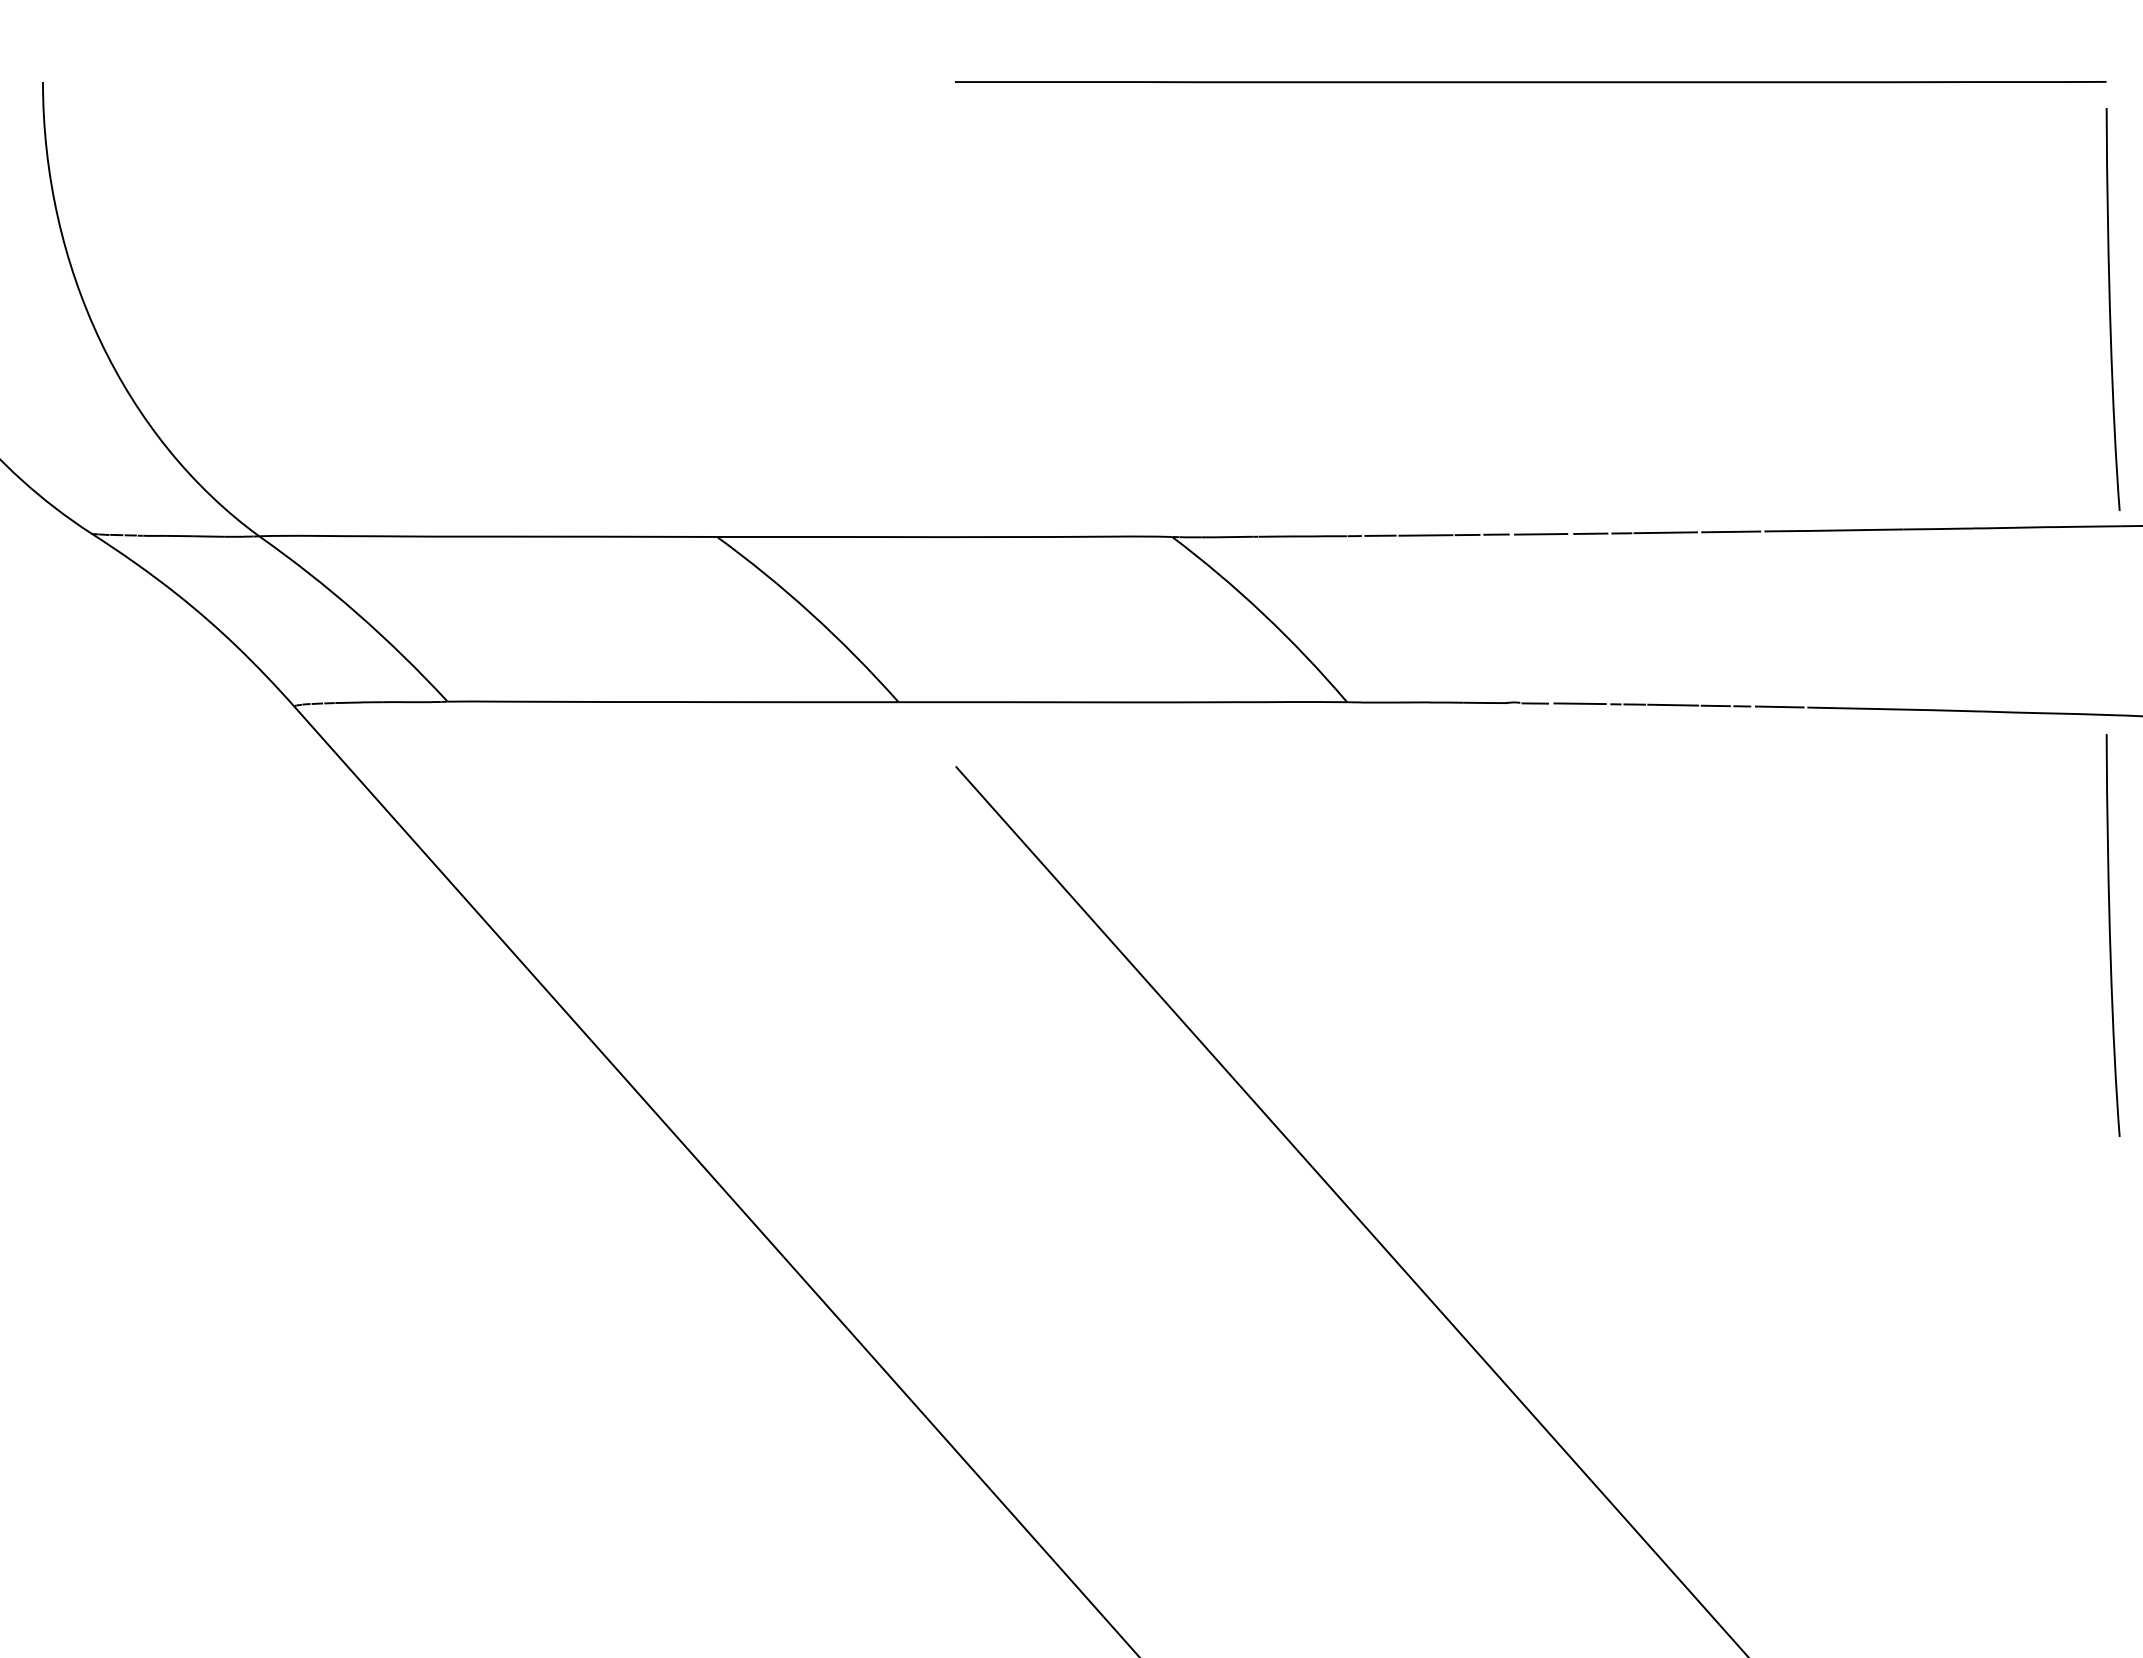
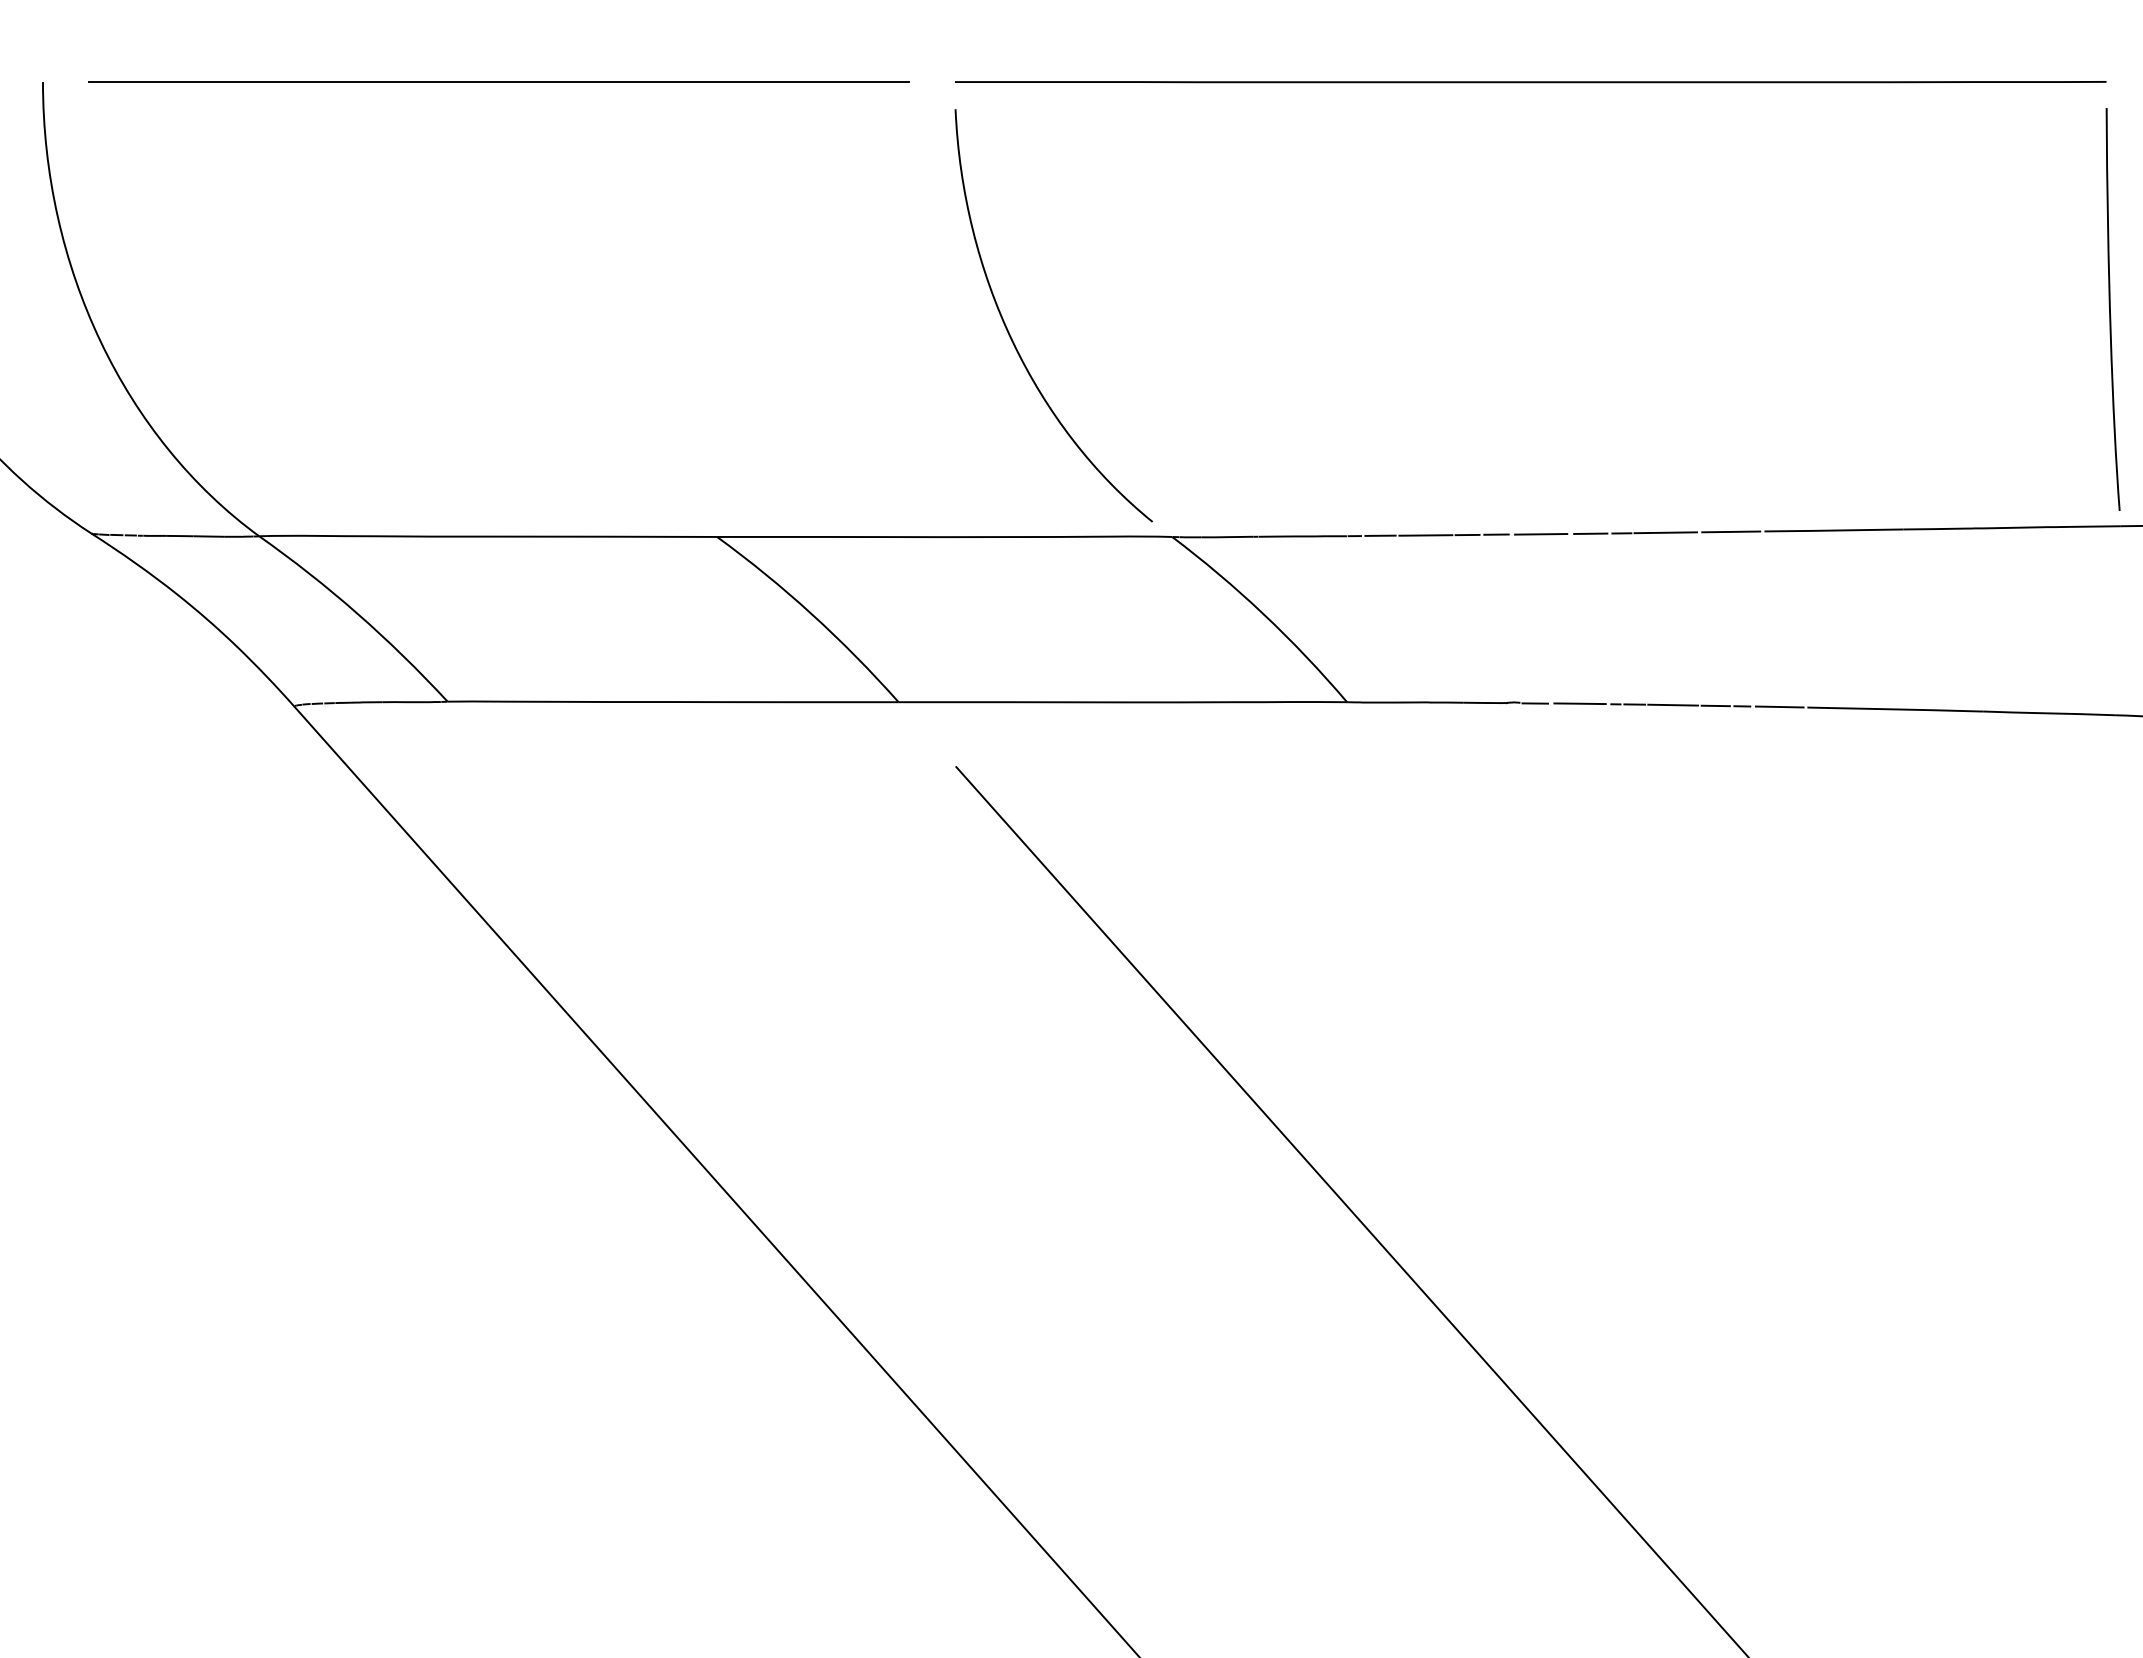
line at (498, 82): none -> present
curve at (1011, 336): none -> present
curve at (2110, 935): present -> none
